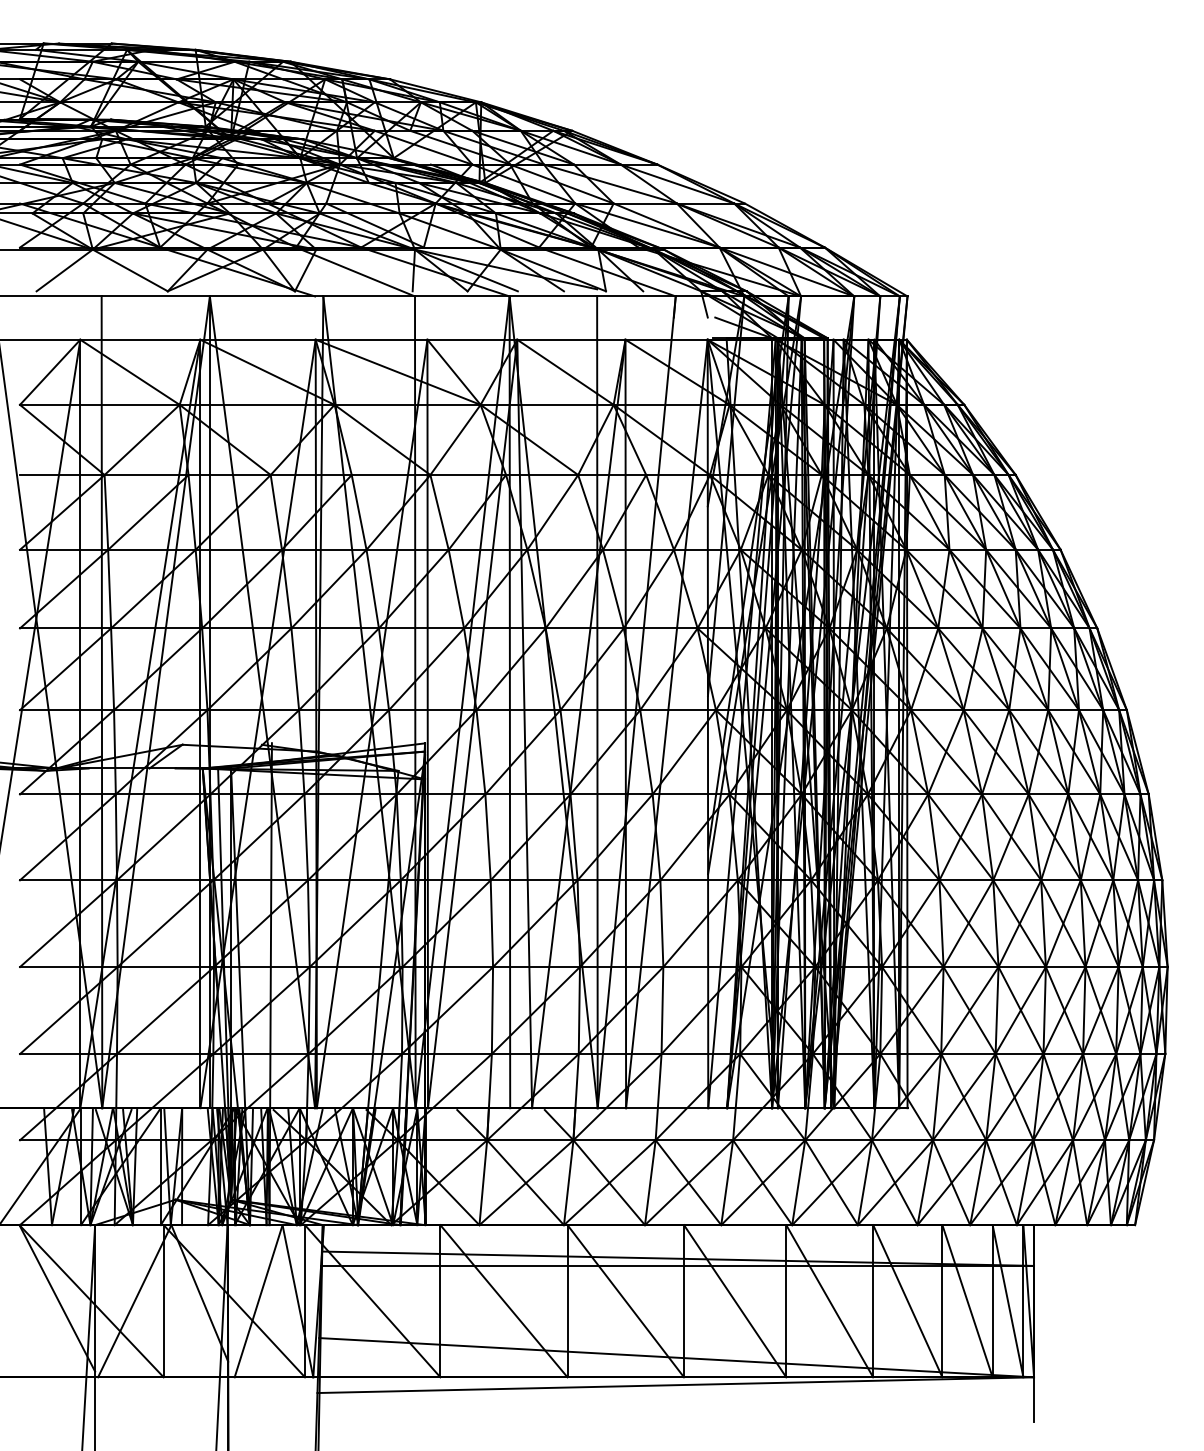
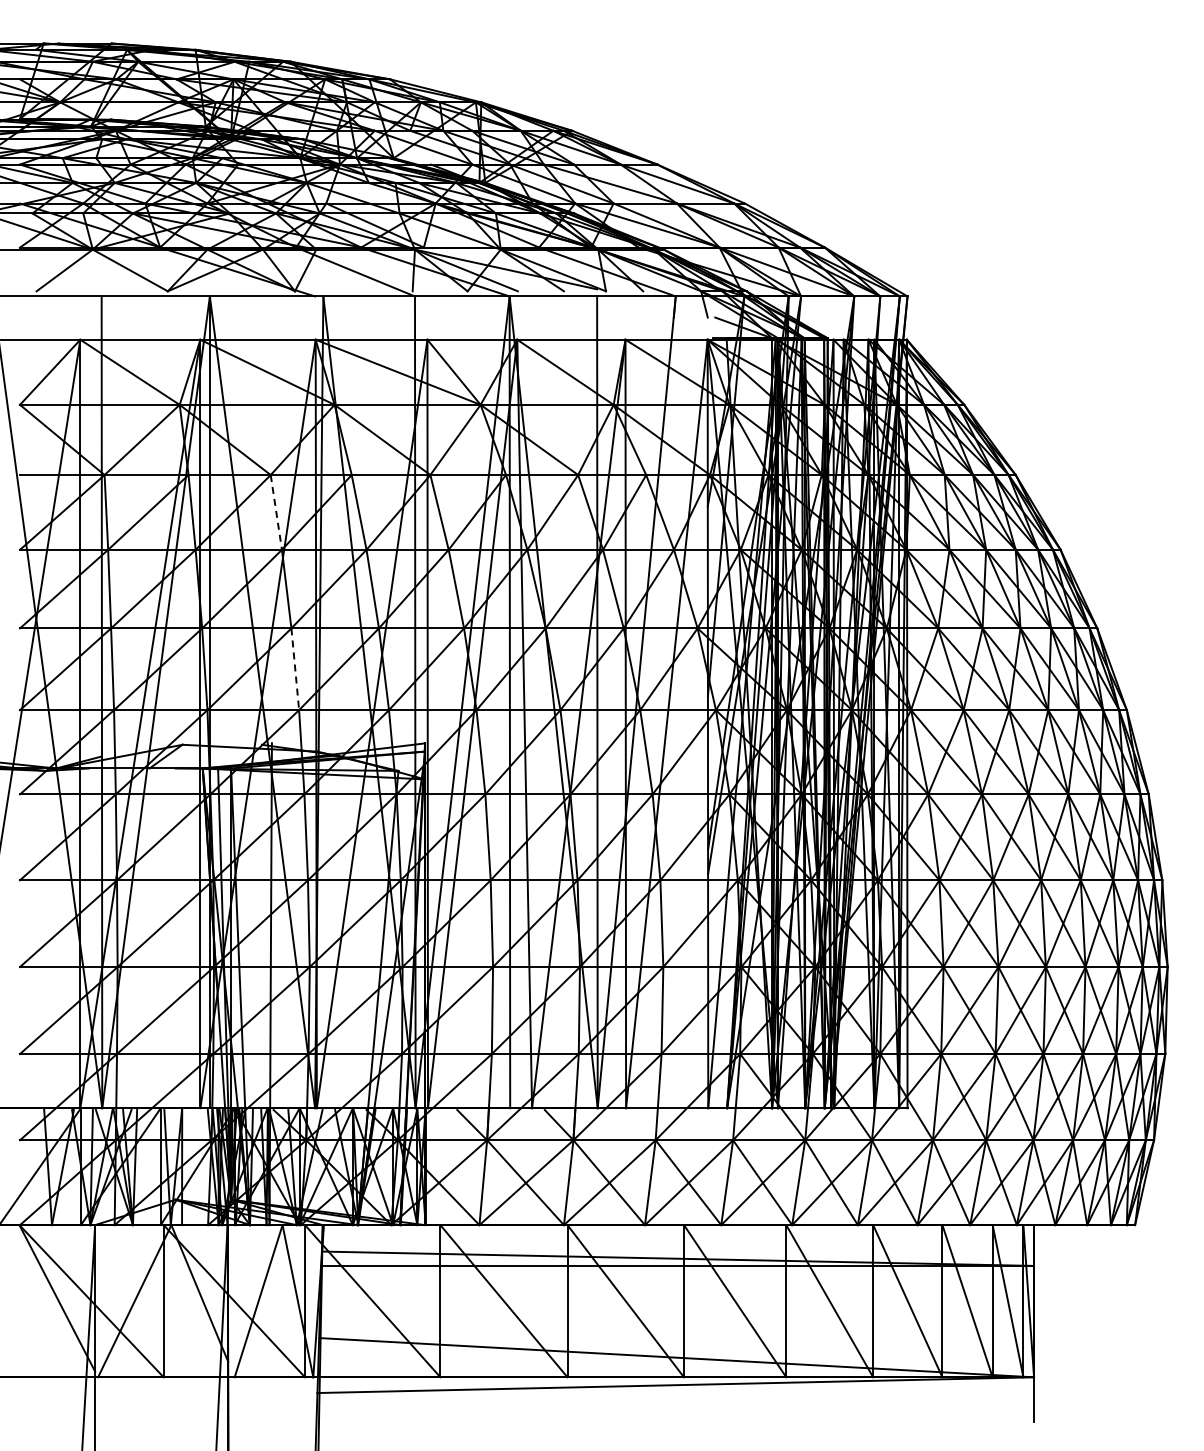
line at (276, 512): solid -> dashed
line at (295, 669): solid -> dashed
